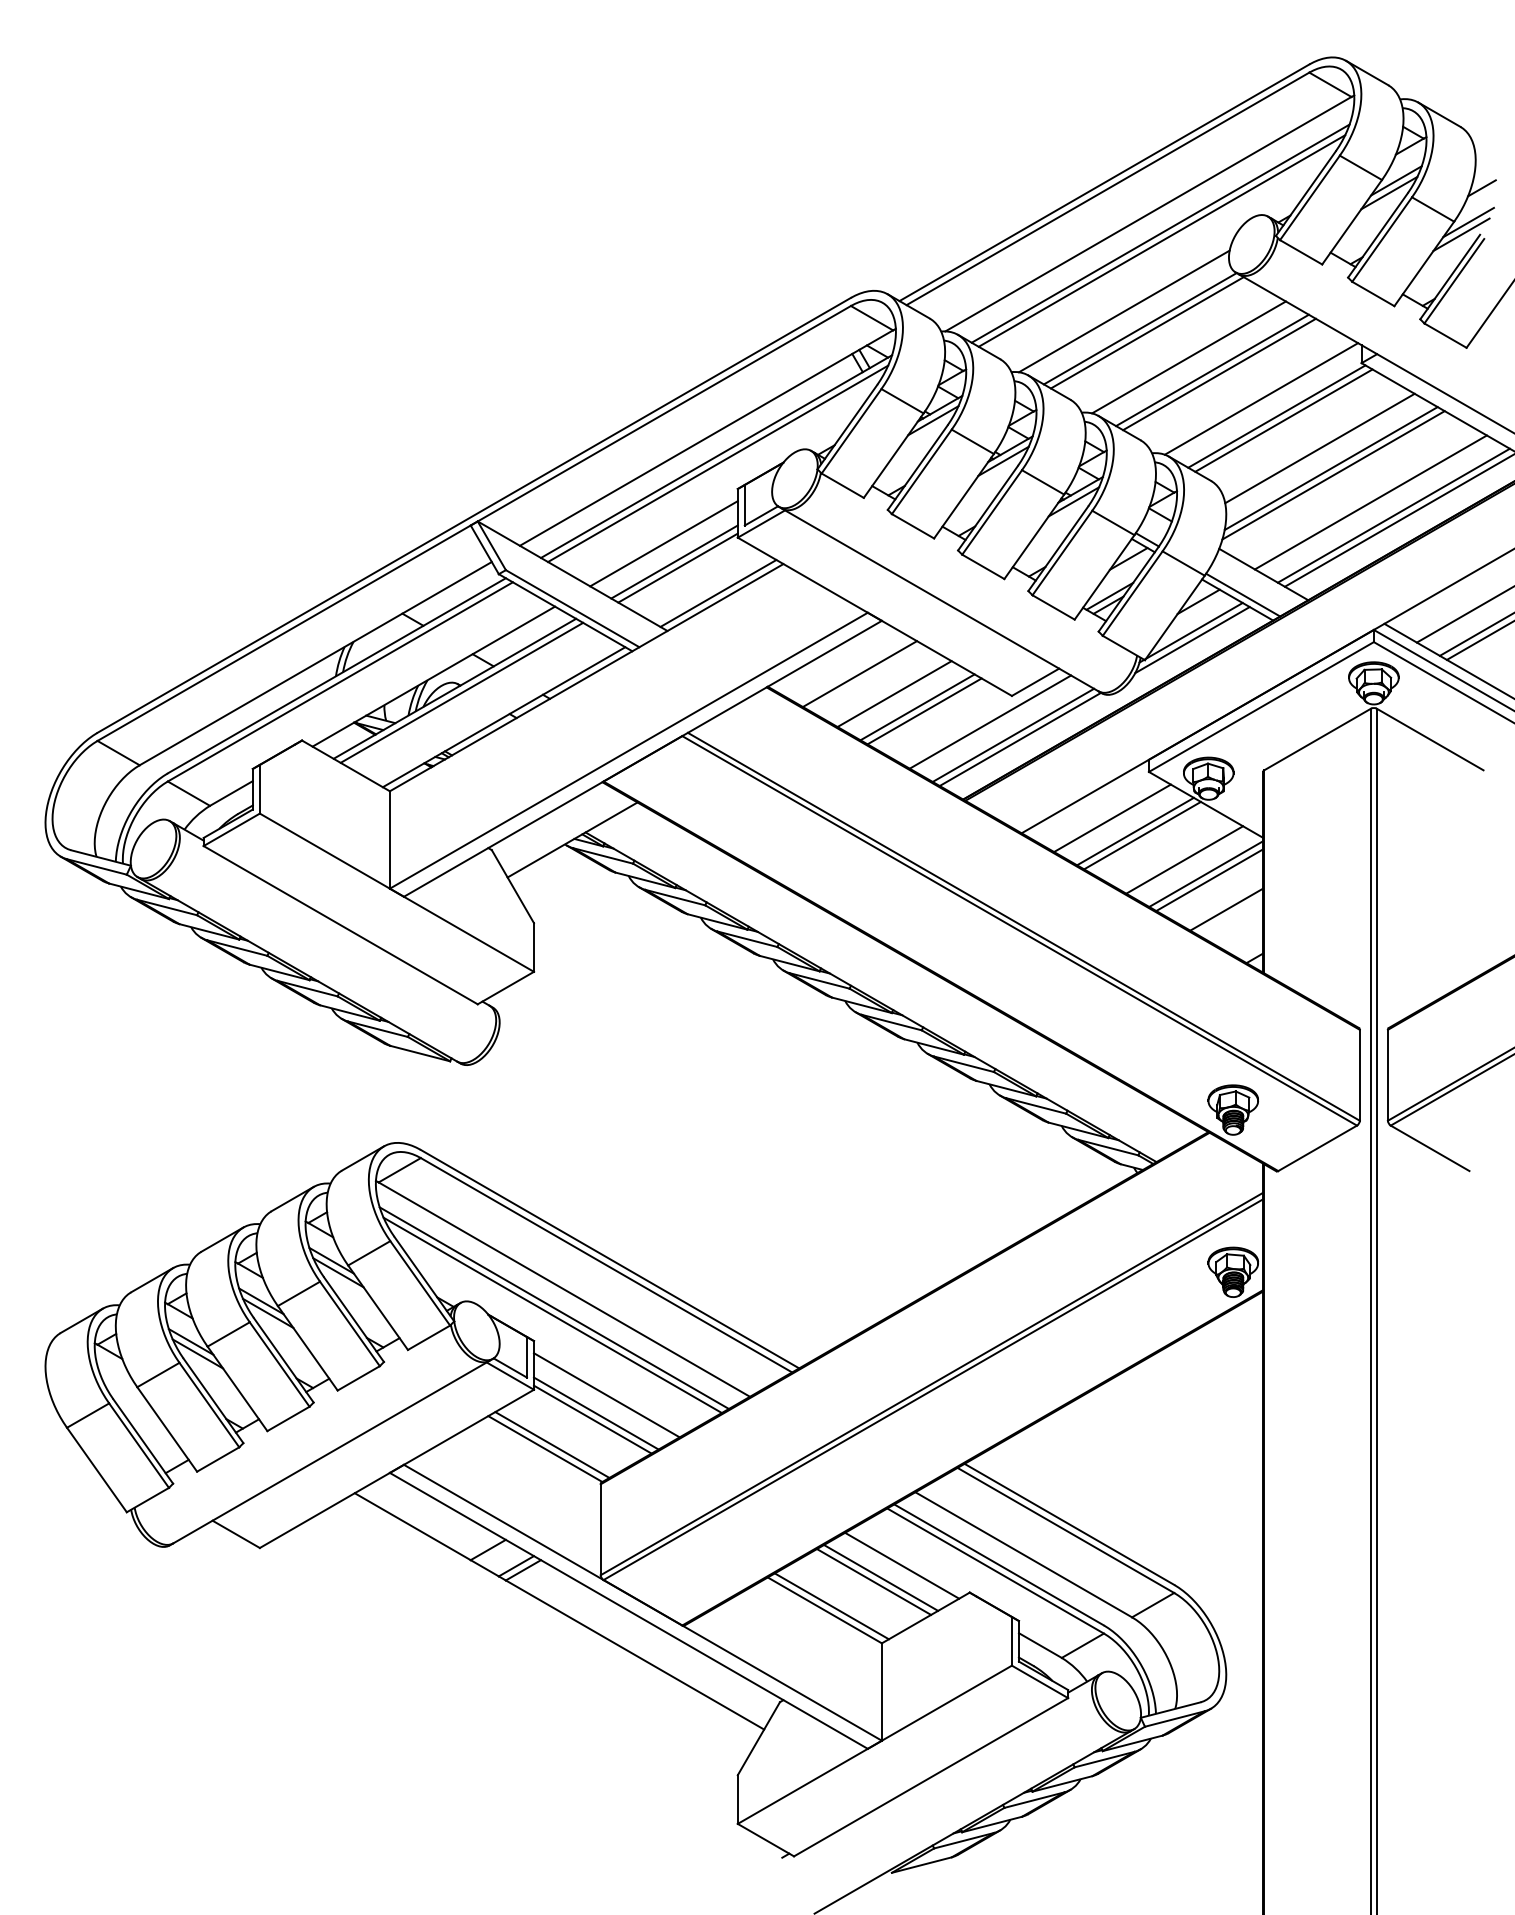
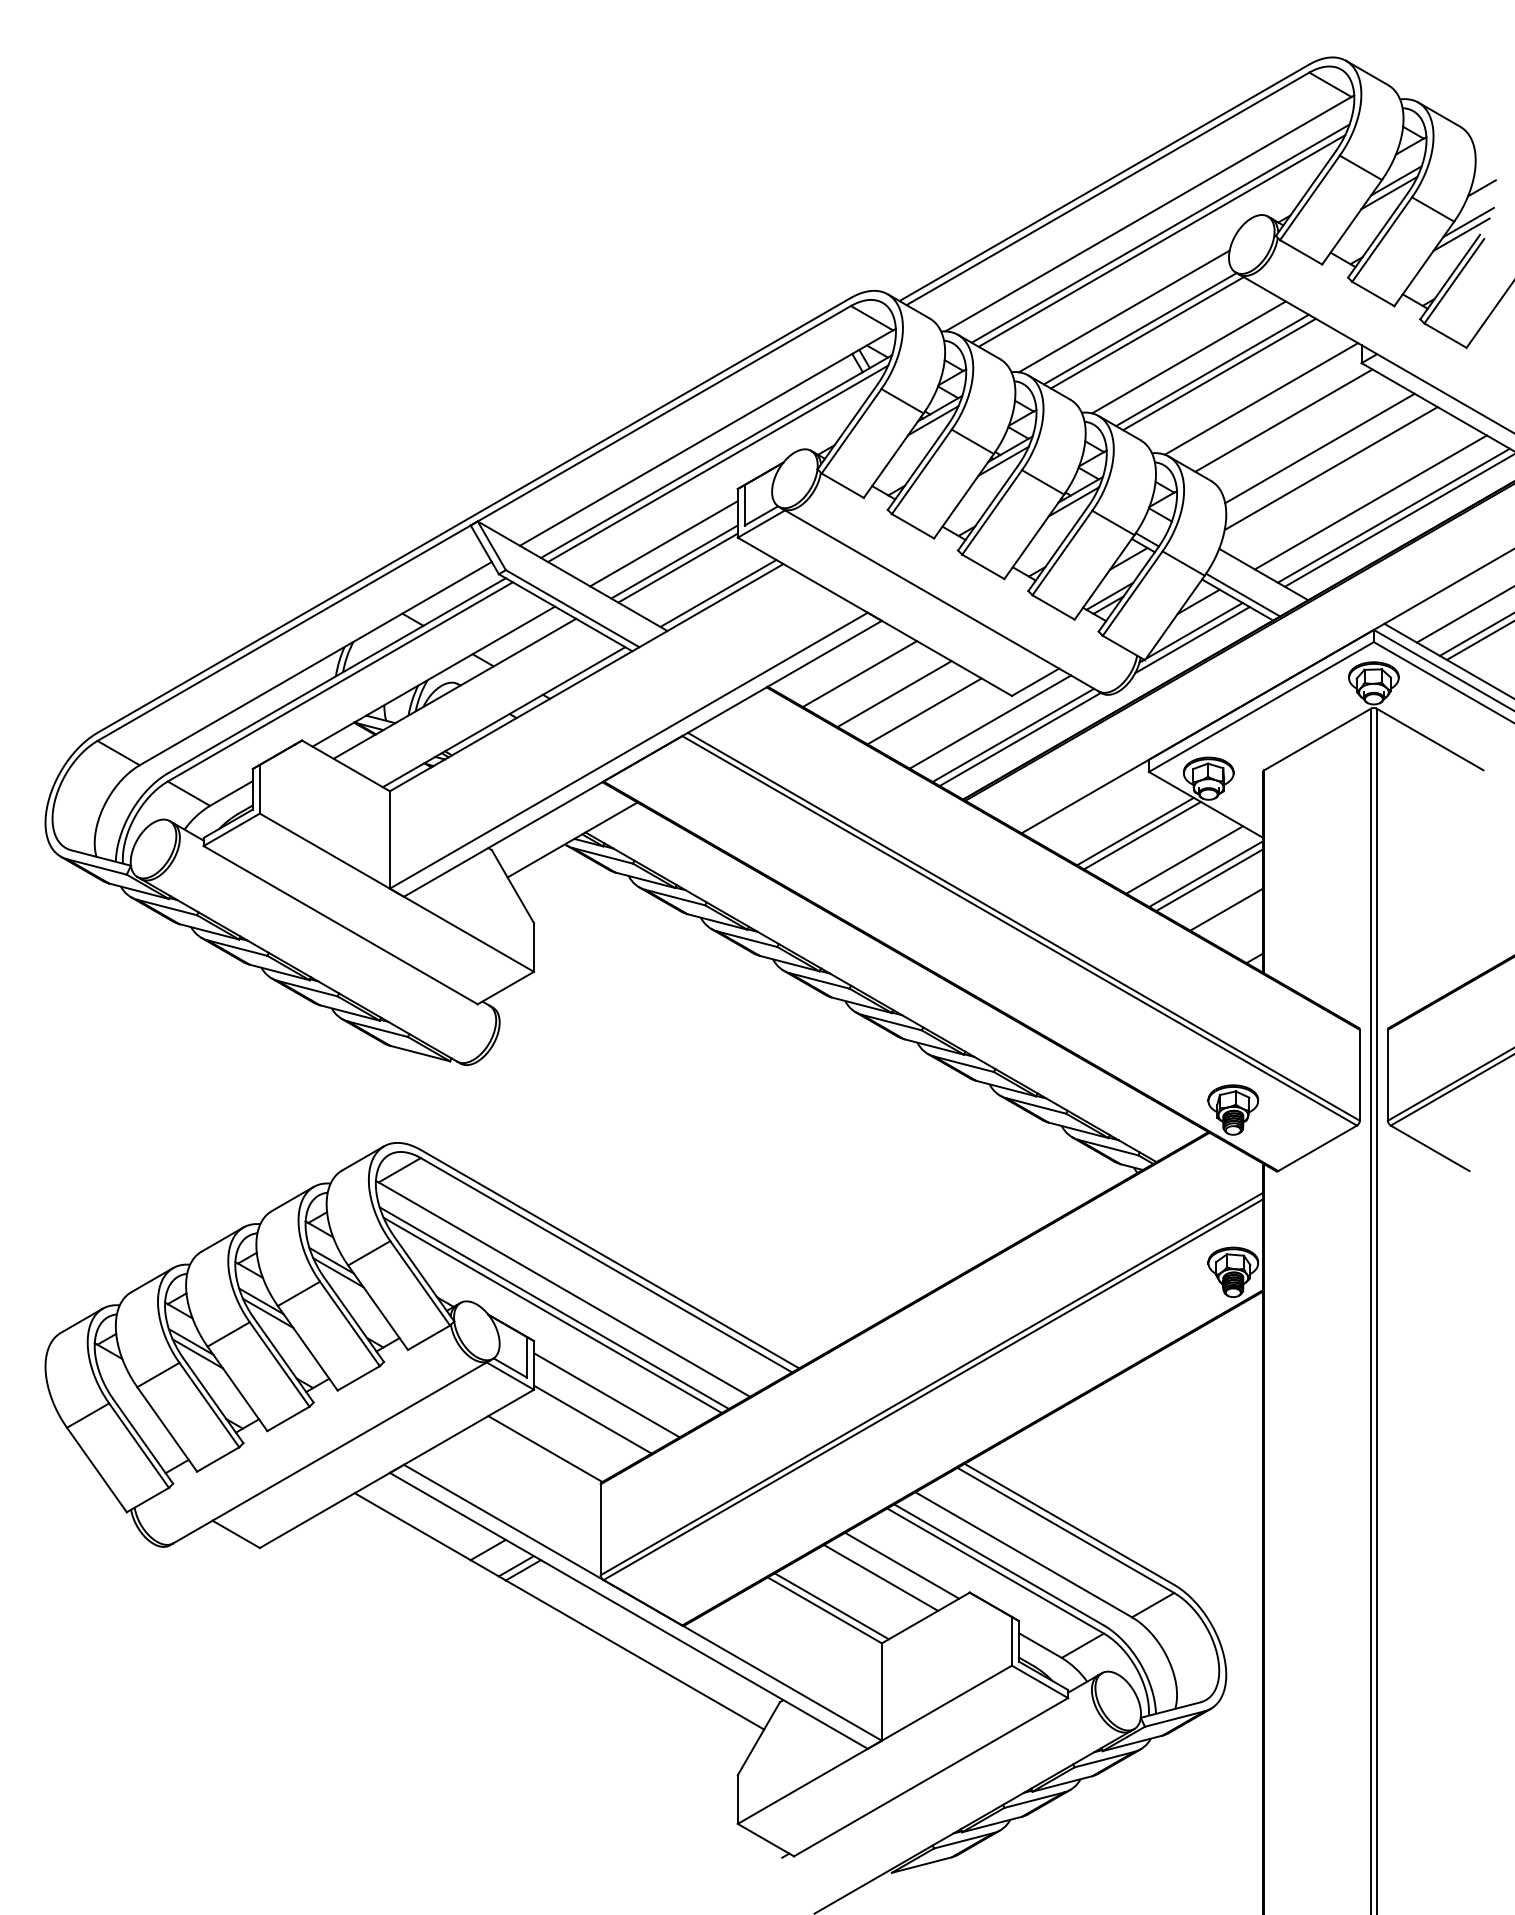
line at (1276, 416): present -> none
line at (1333, 475): present -> none
line at (461, 692): present -> none
line at (917, 707): present -> none
line at (1112, 818): present -> none
line at (595, 1413): present -> none
line at (552, 1444): present -> none
line at (874, 1581): present -> none
